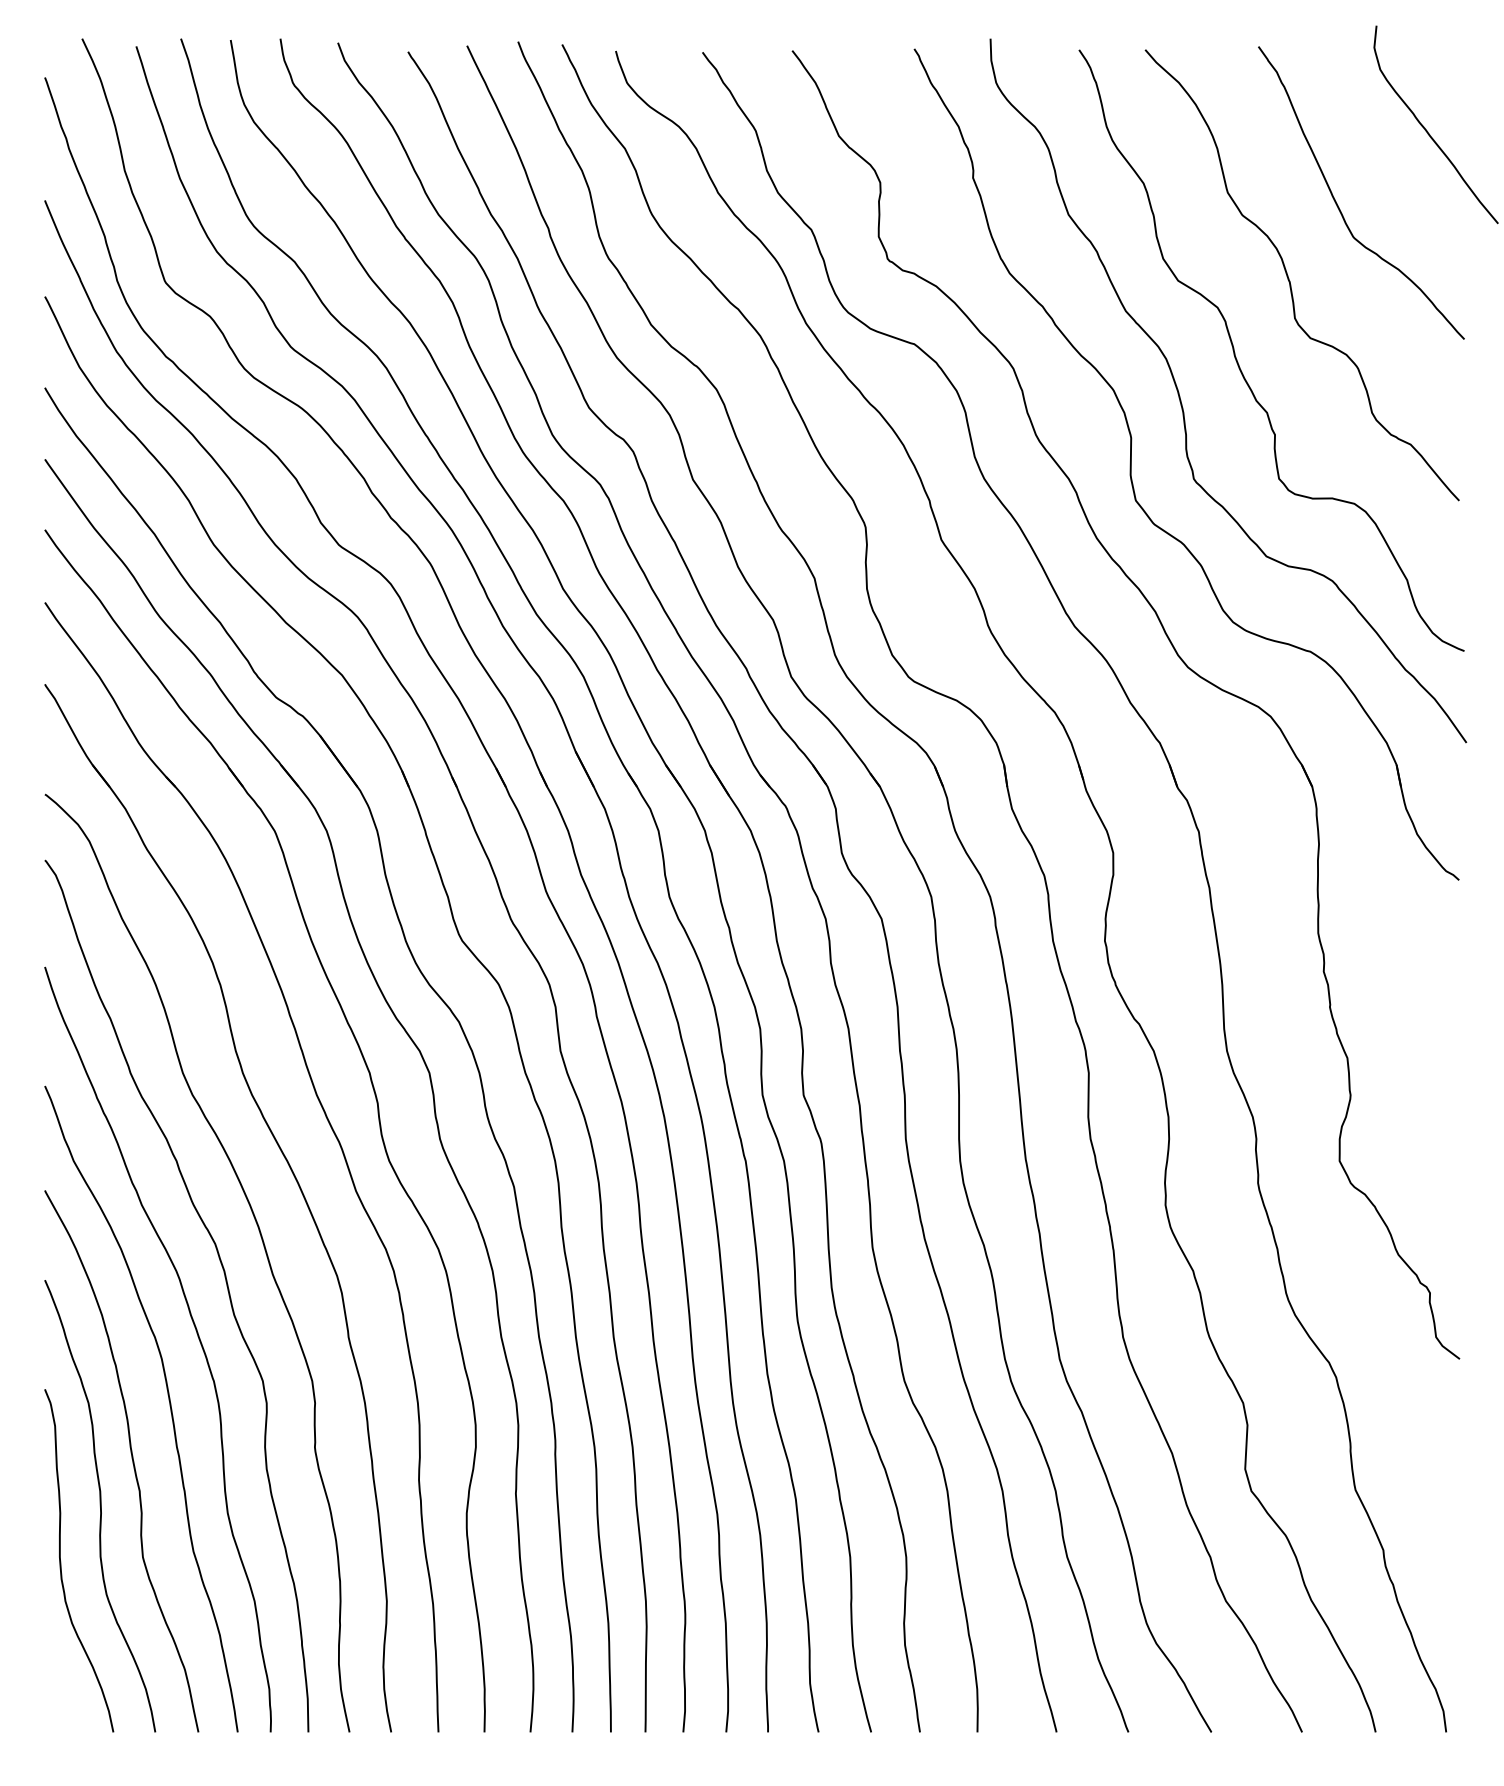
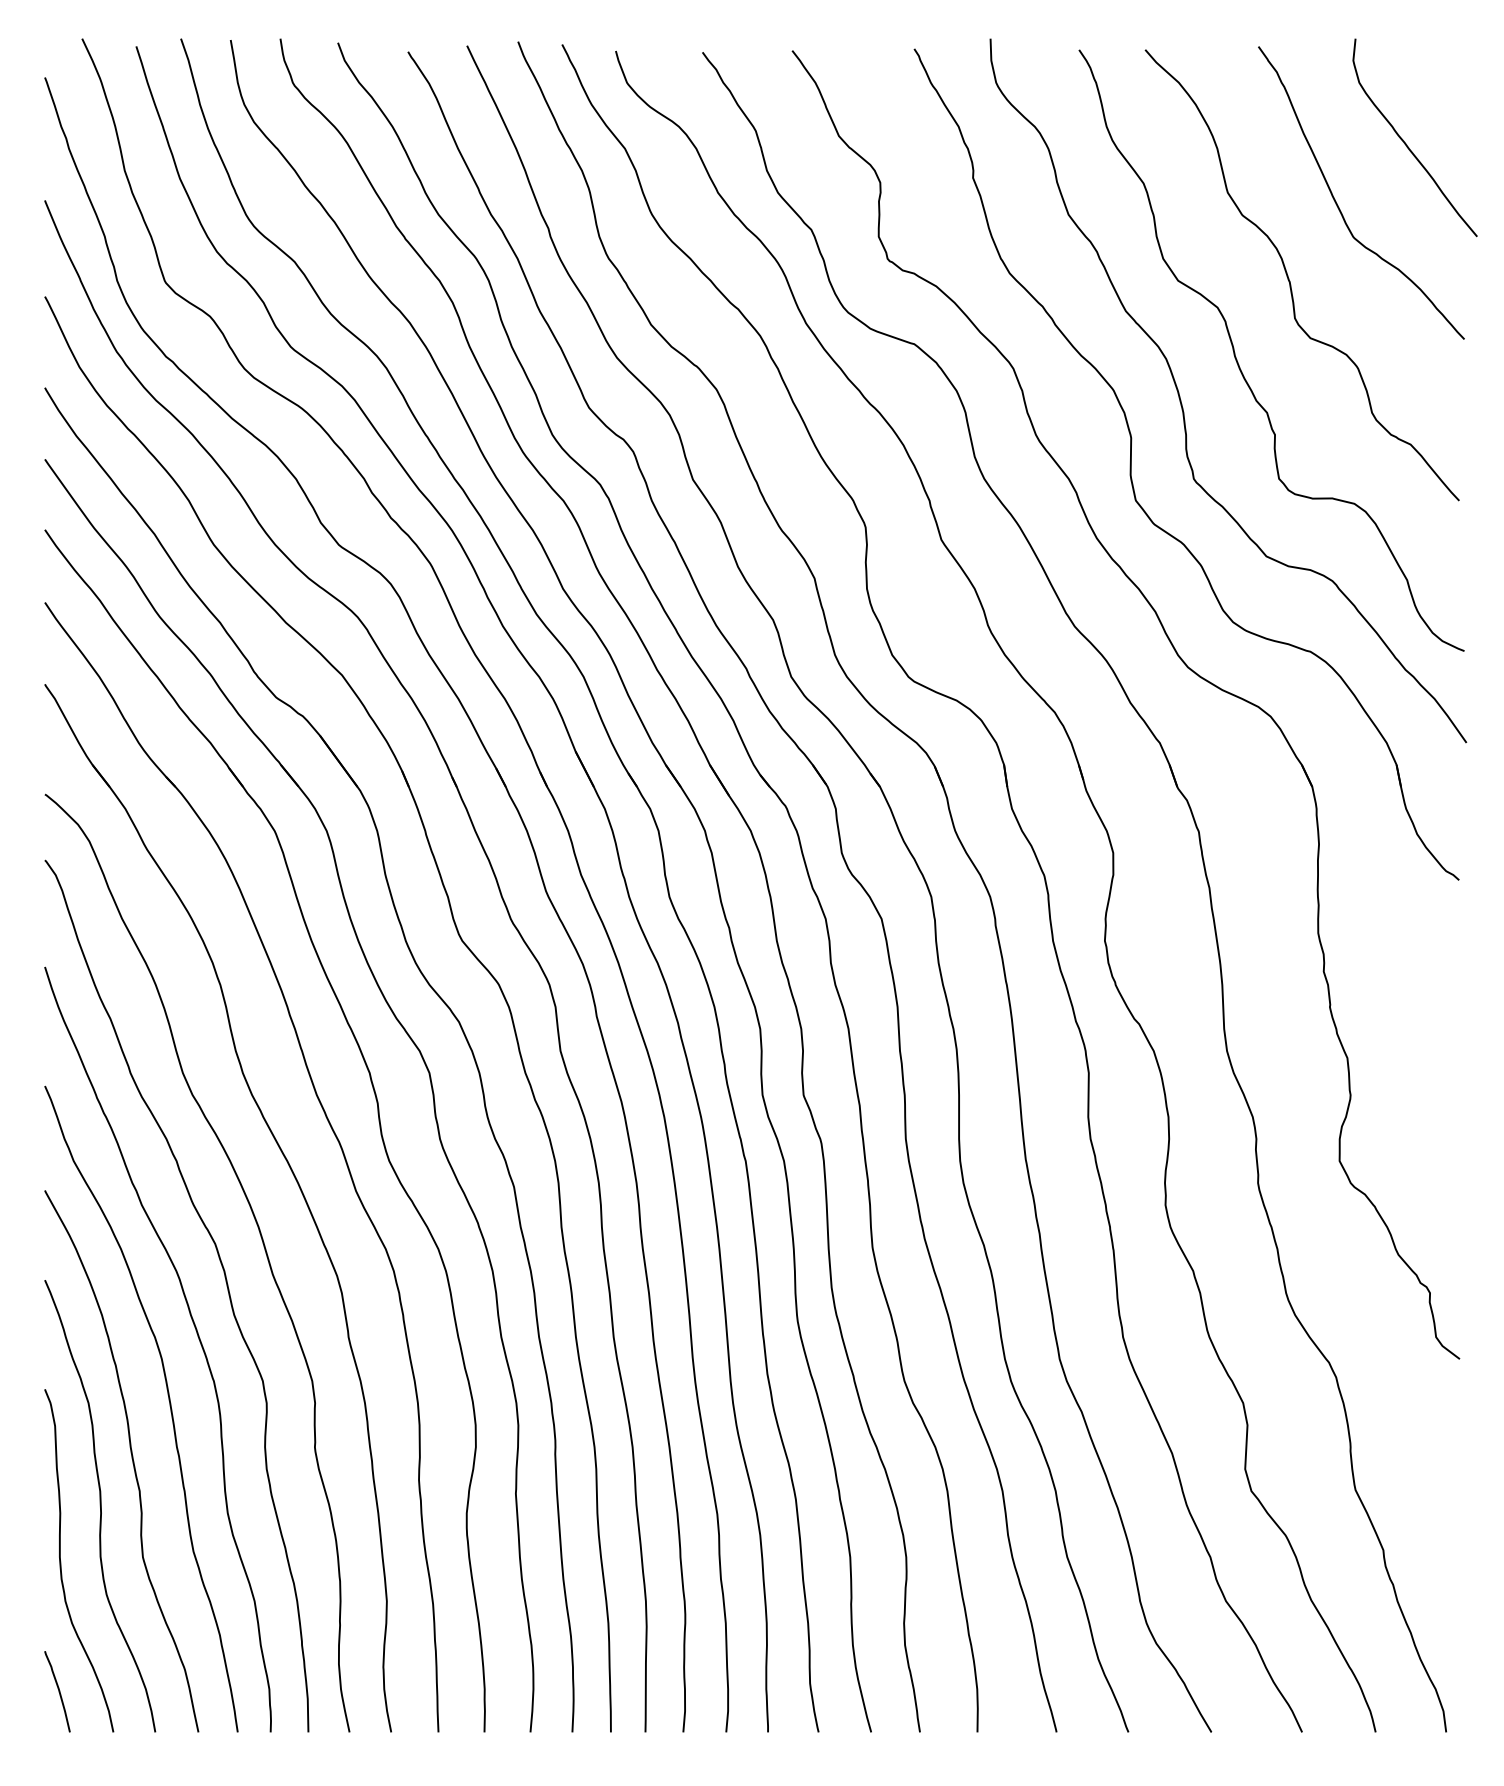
curve at (1427, 130) position: (1427, 130) -> (1406, 143)
curve at (58, 1691): none -> present
